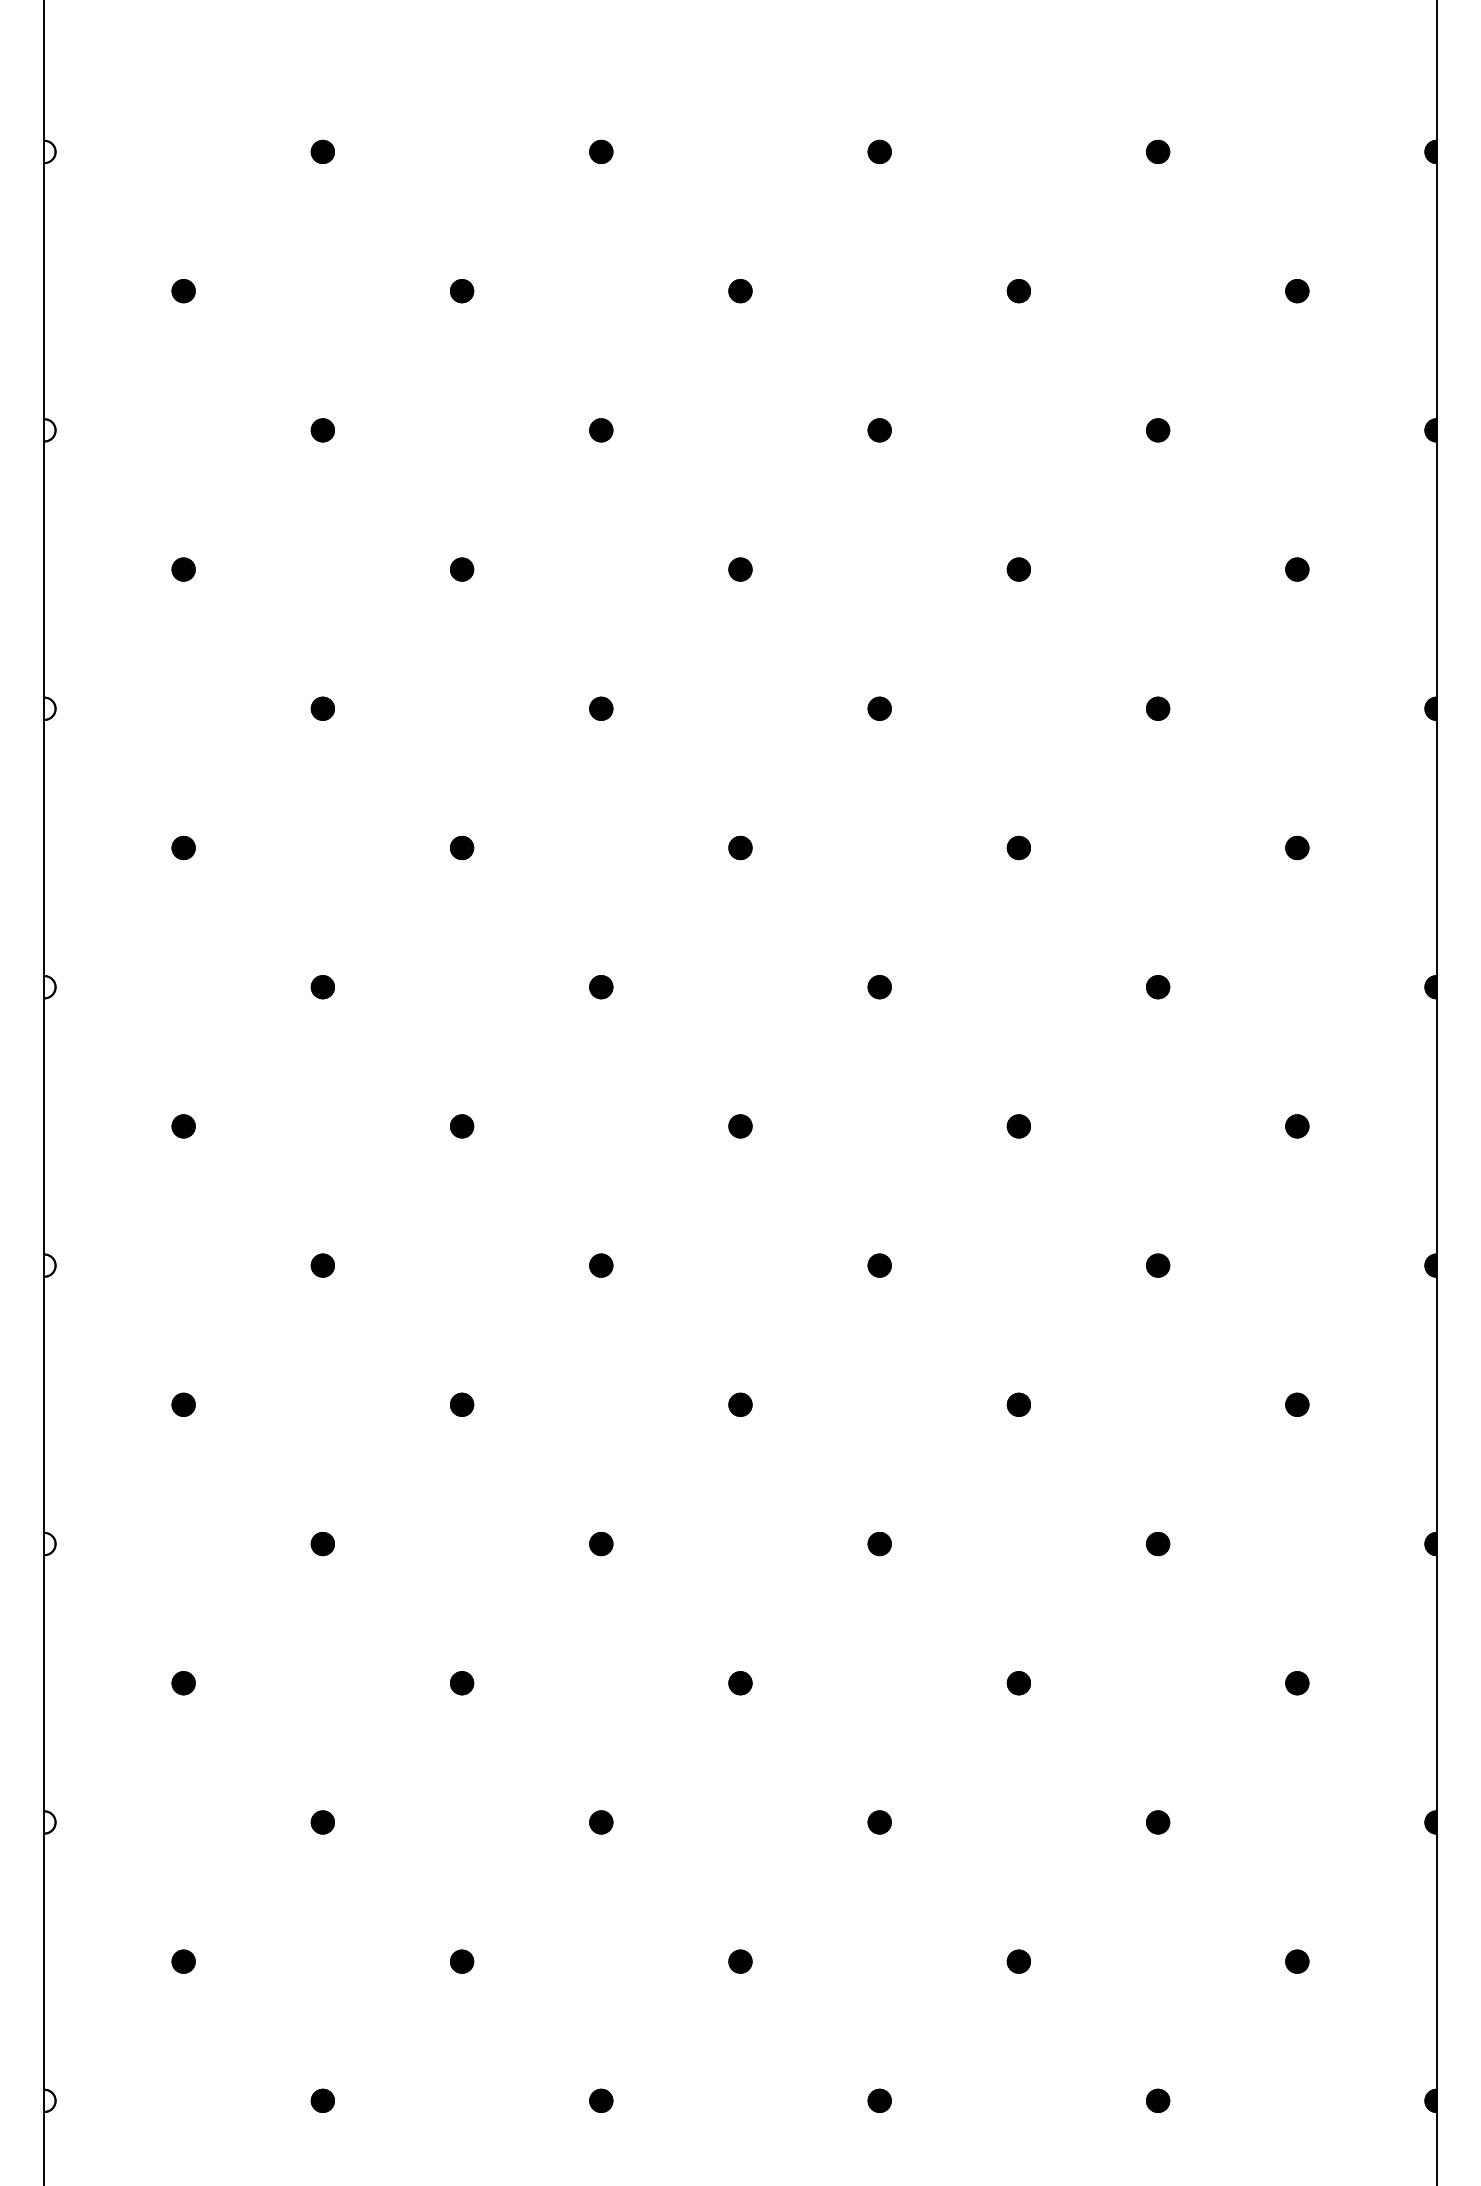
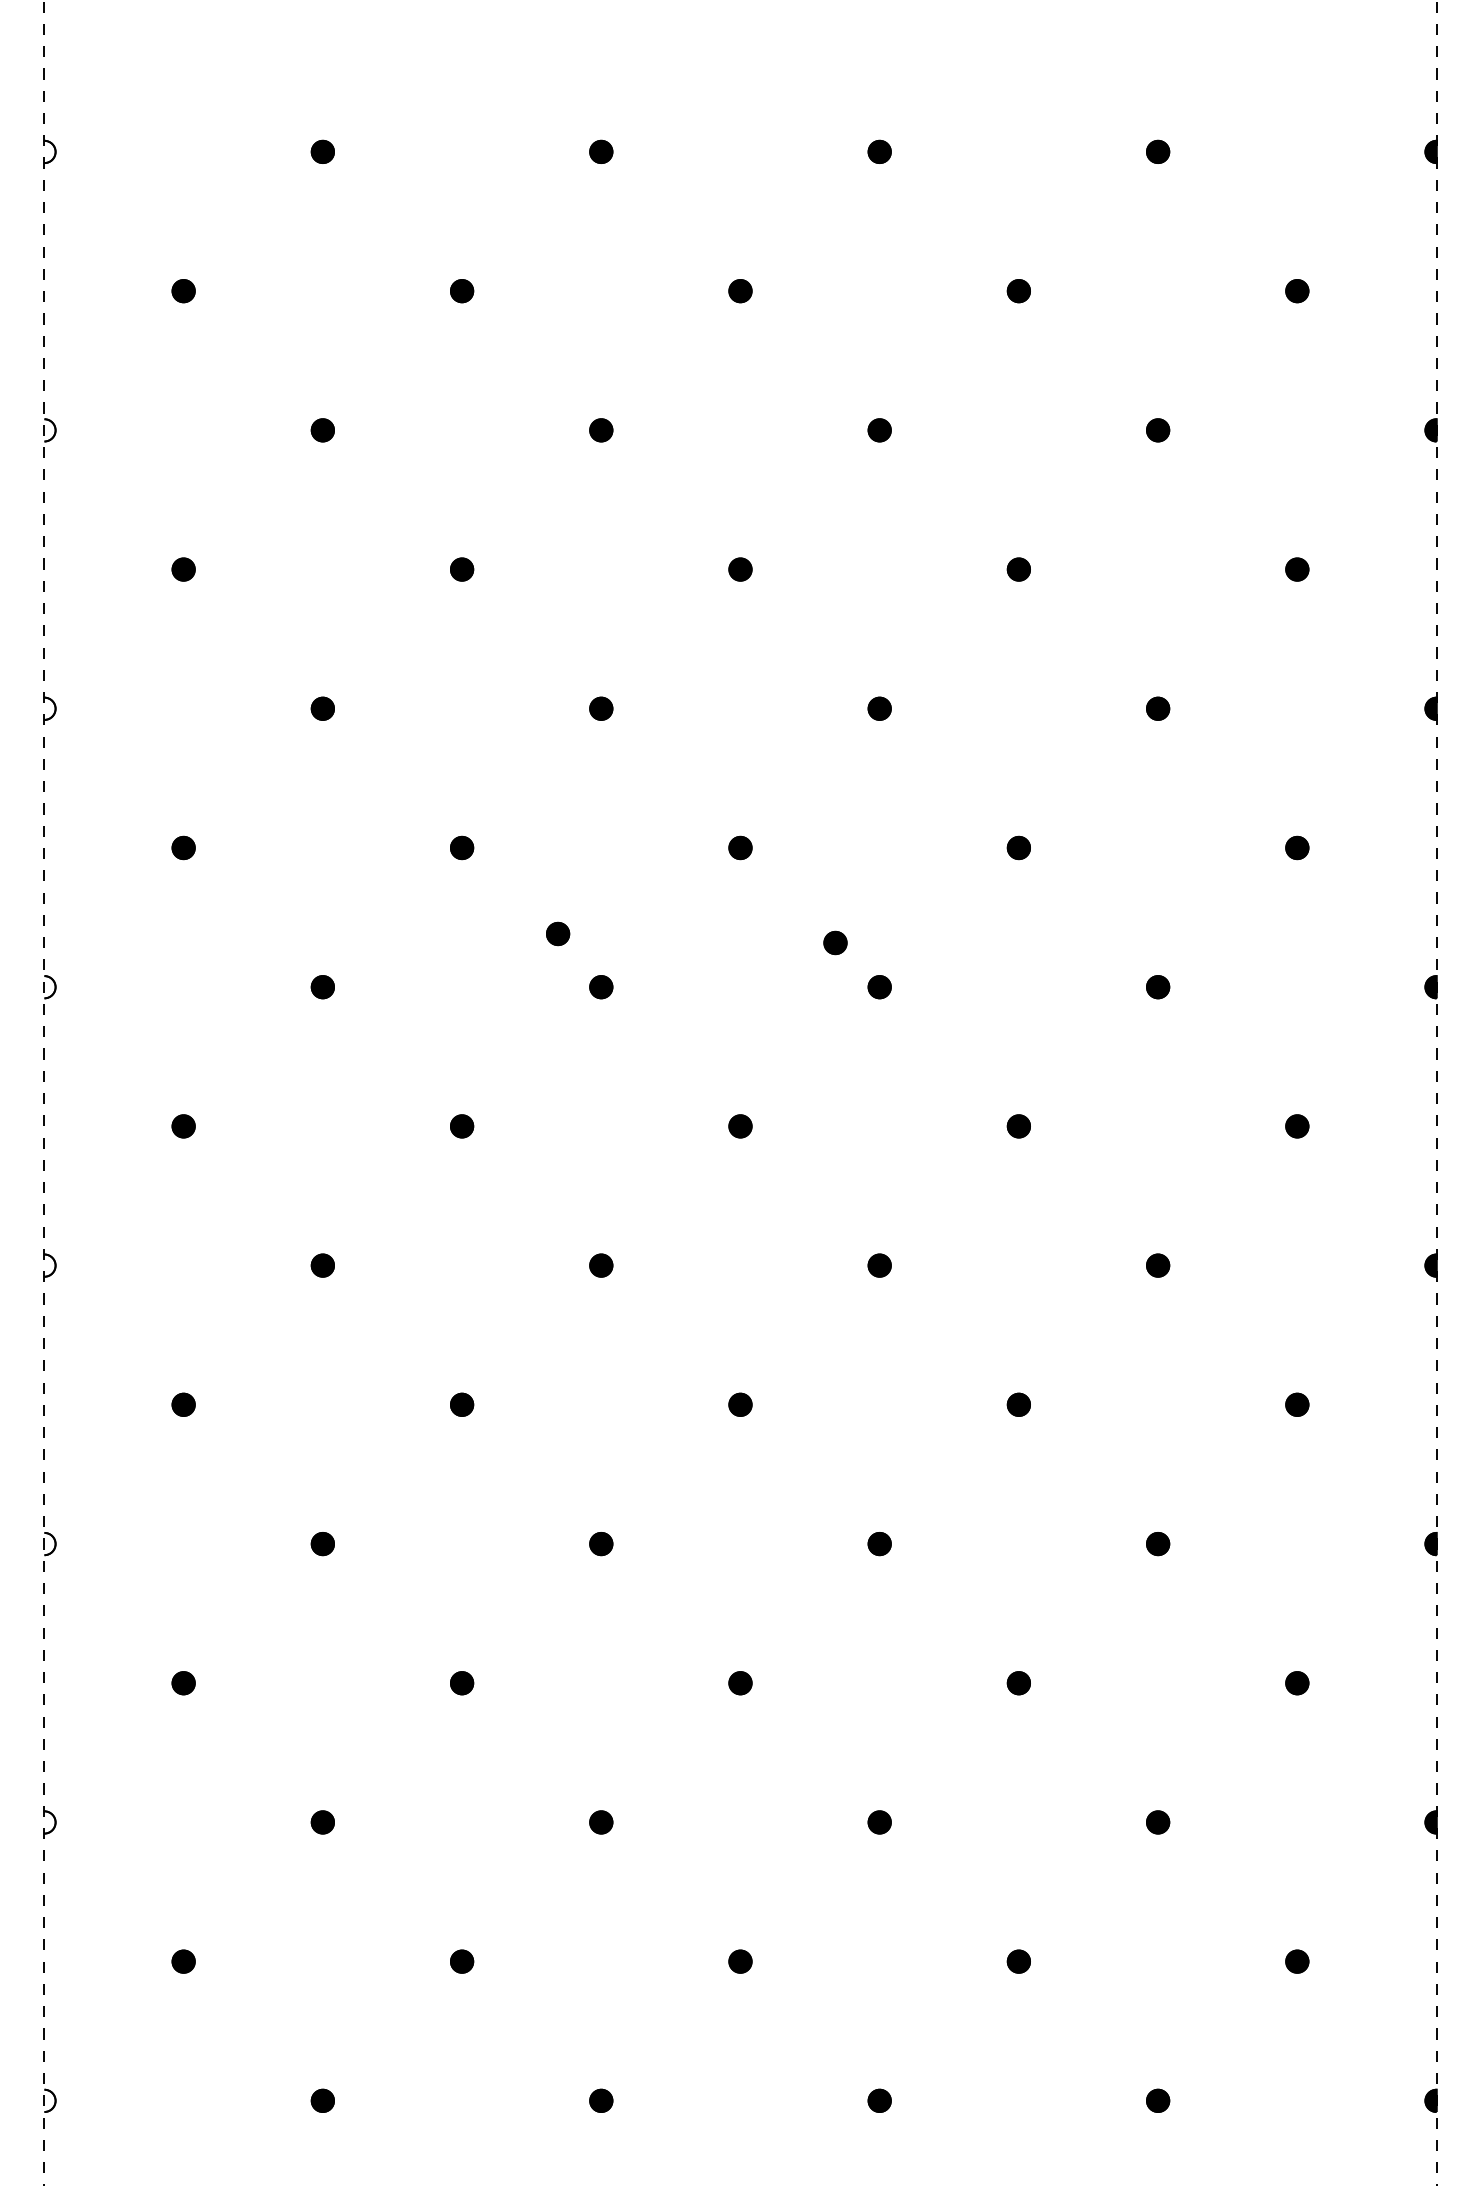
part at (558, 933): none -> present
part at (835, 942): none -> present
line at (1436, 2185): solid -> dashed
